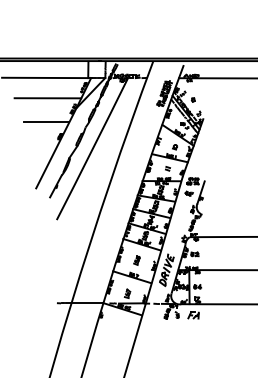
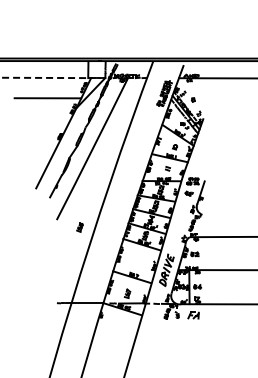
line at (45, 77): solid -> dashed
line at (46, 121): present -> none
part at (136, 260) position: (136, 260) -> (79, 227)
